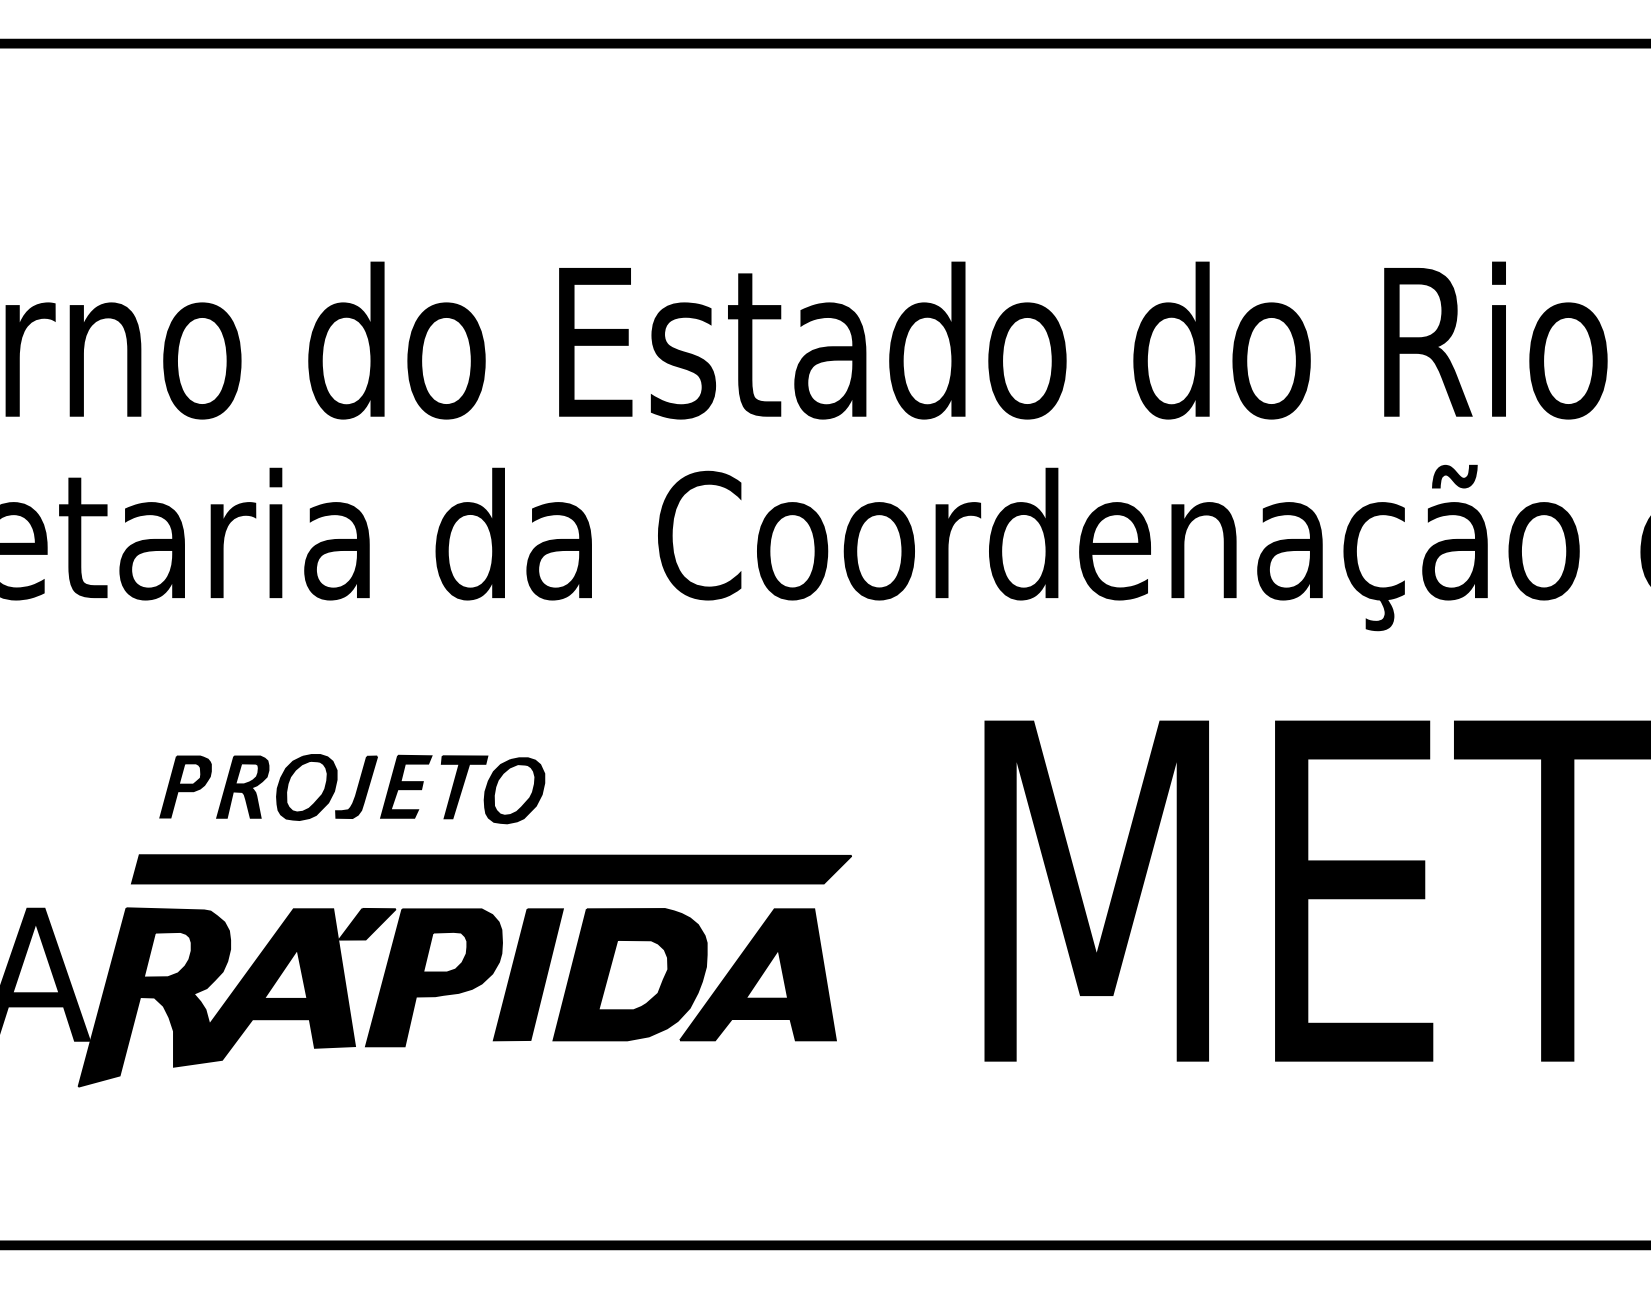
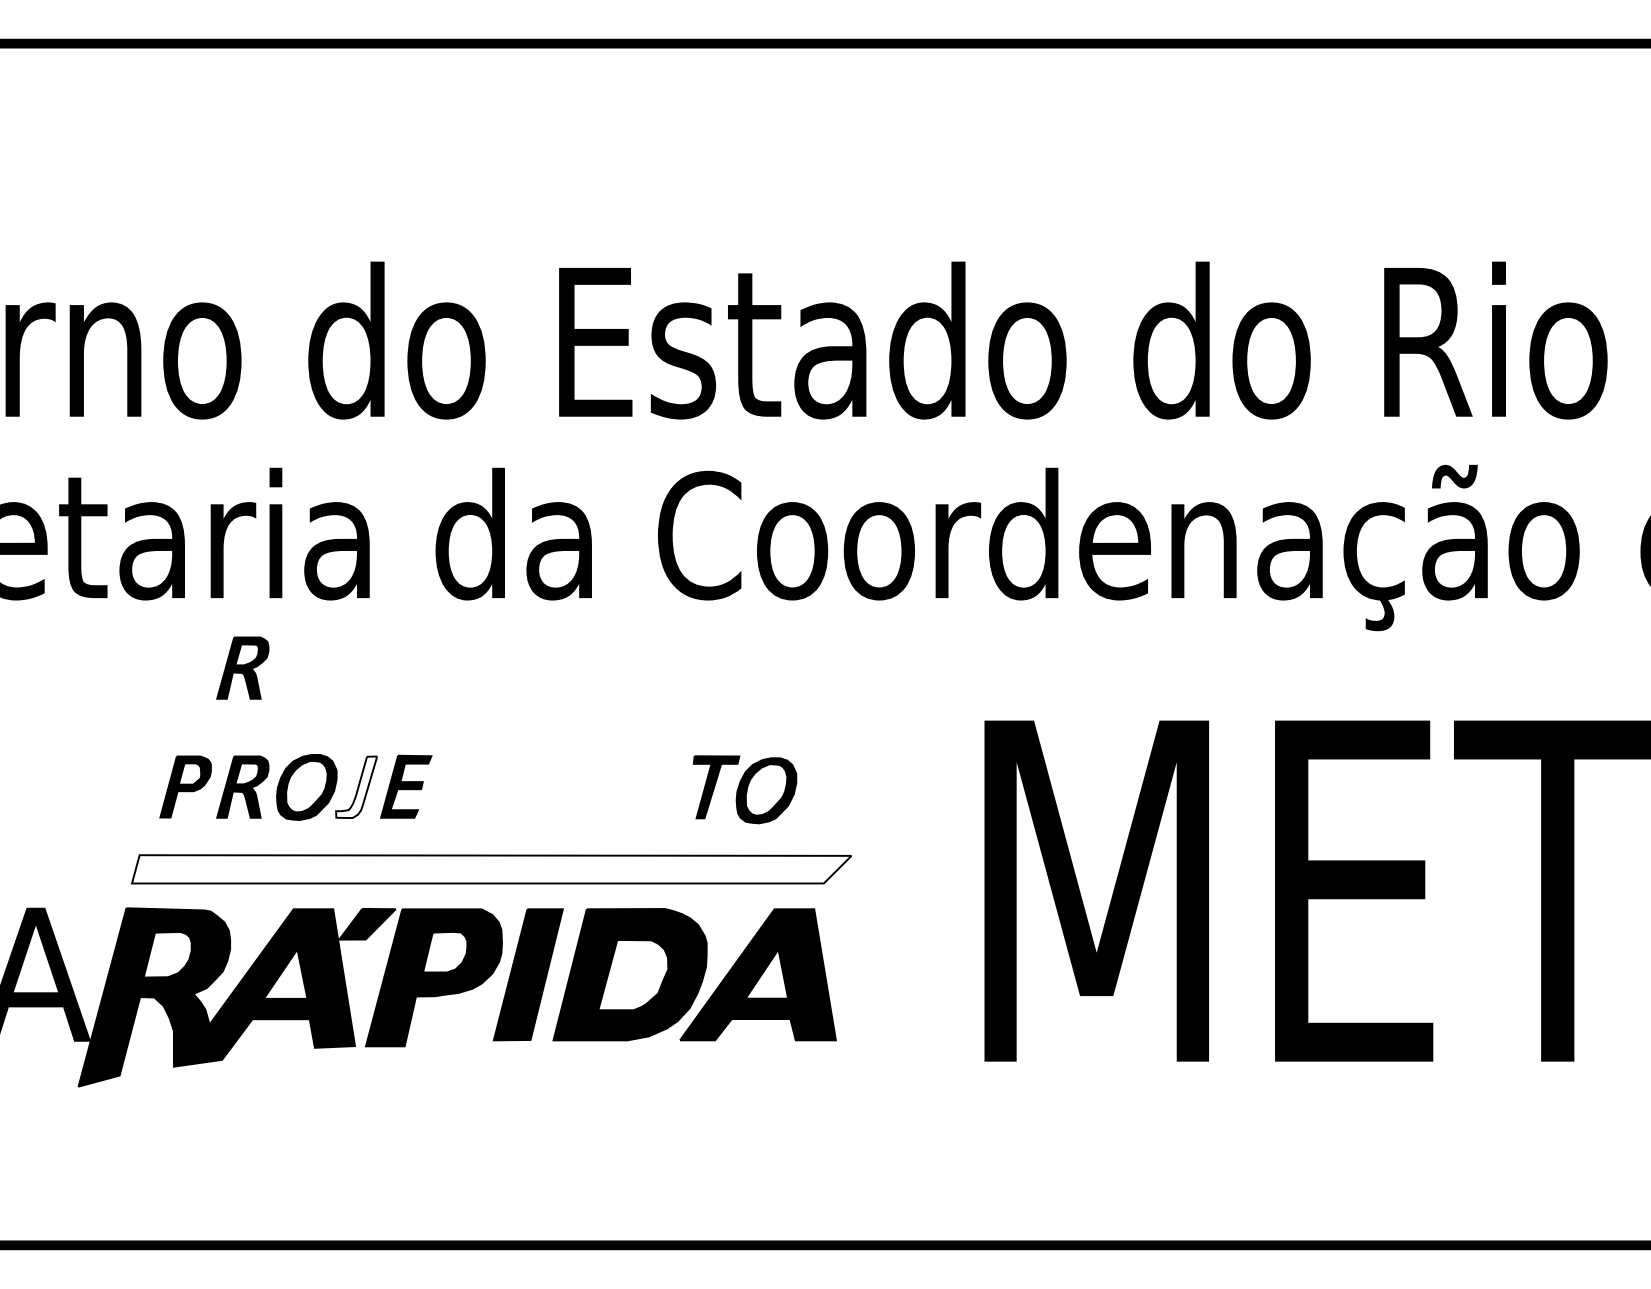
part at (242, 667): none -> present
fill at (356, 787): present -> none
part at (493, 789) position: (493, 789) -> (745, 789)
fill at (491, 869): present -> none
